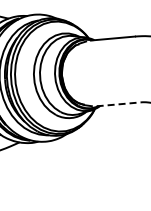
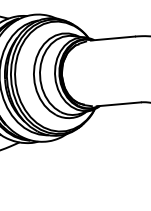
line at (119, 104): dashed -> solid
